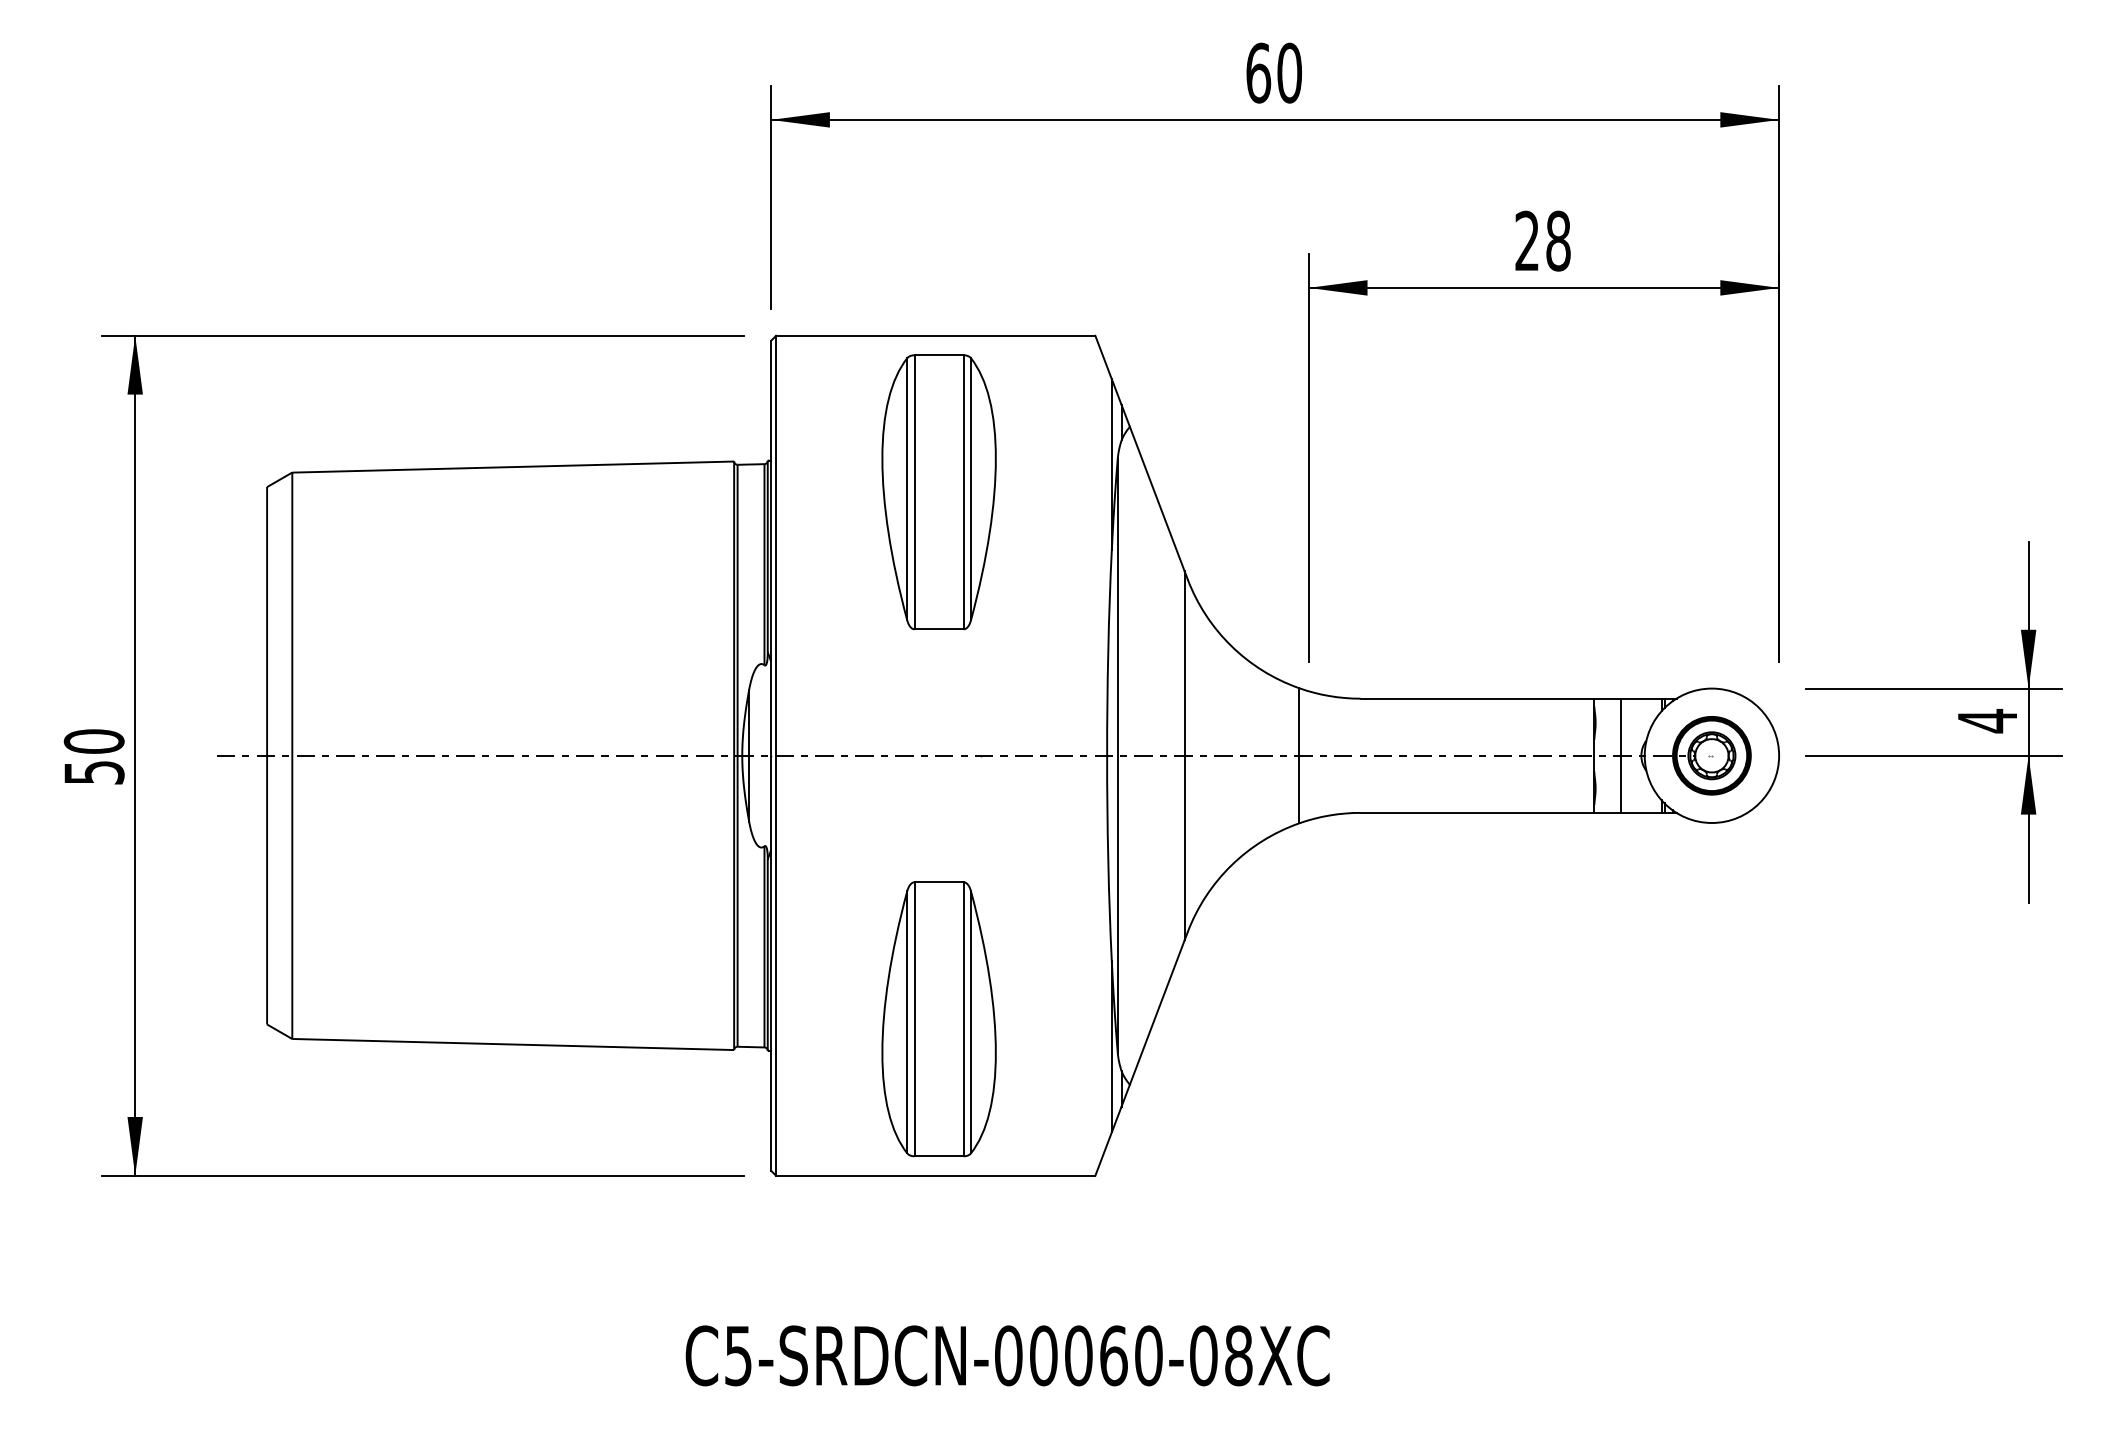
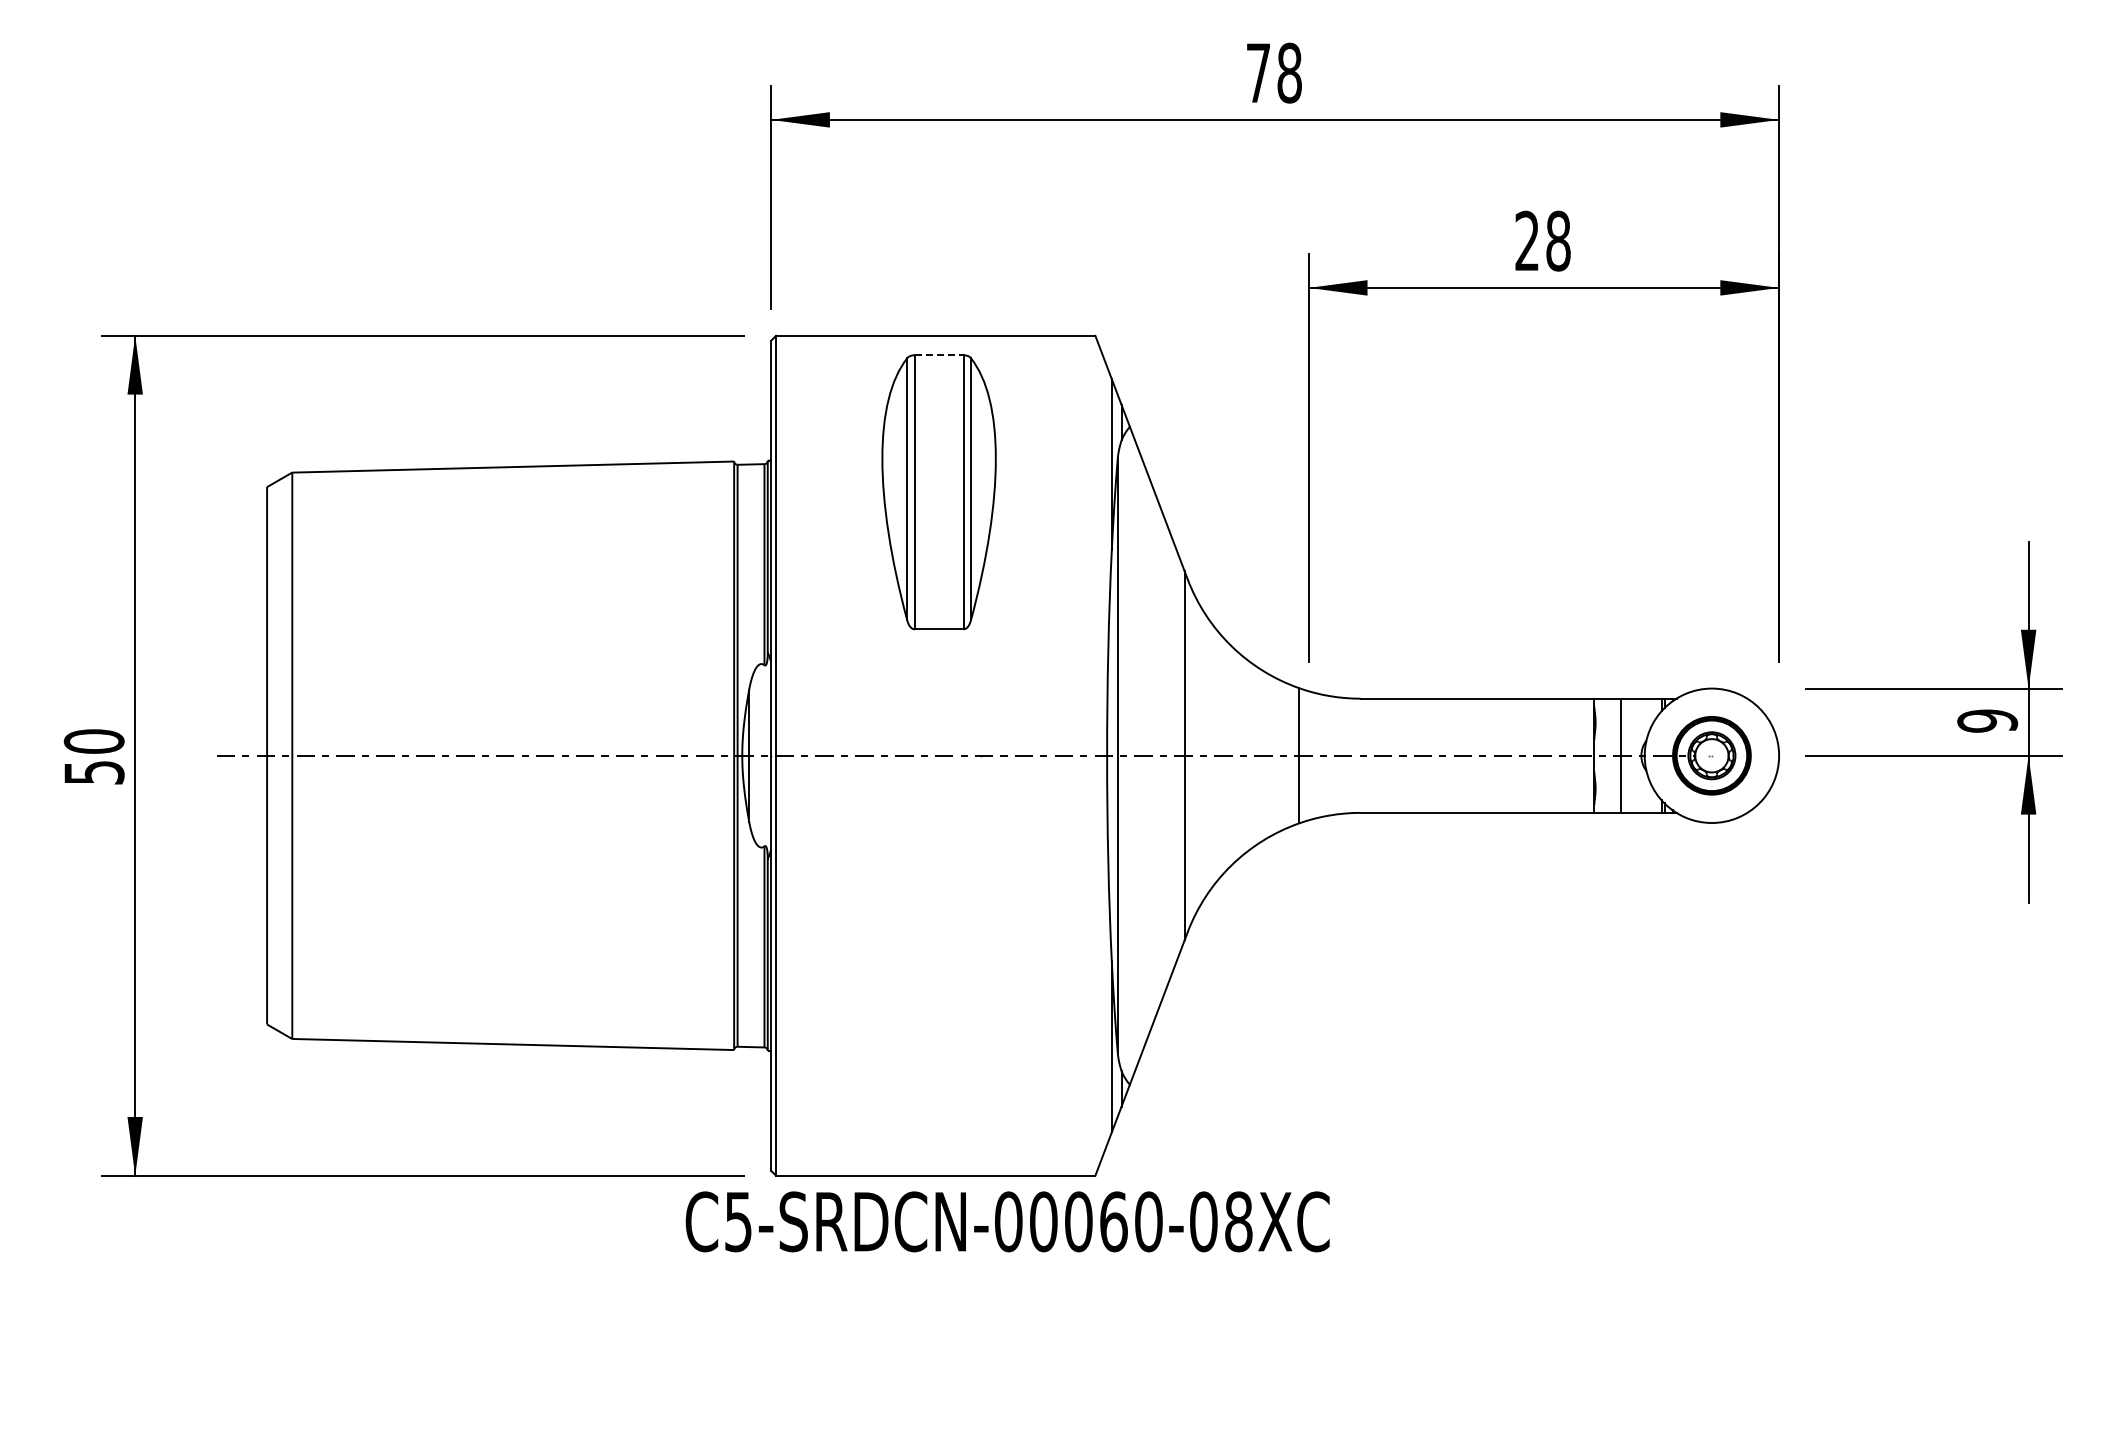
text at (1274, 72): 60 -> 78
line at (939, 355): solid -> dashed
text at (1987, 721): 4 -> 9
part at (938, 1019): present -> none
text at (1007, 1355) position: (1007, 1355) -> (1007, 1221)
